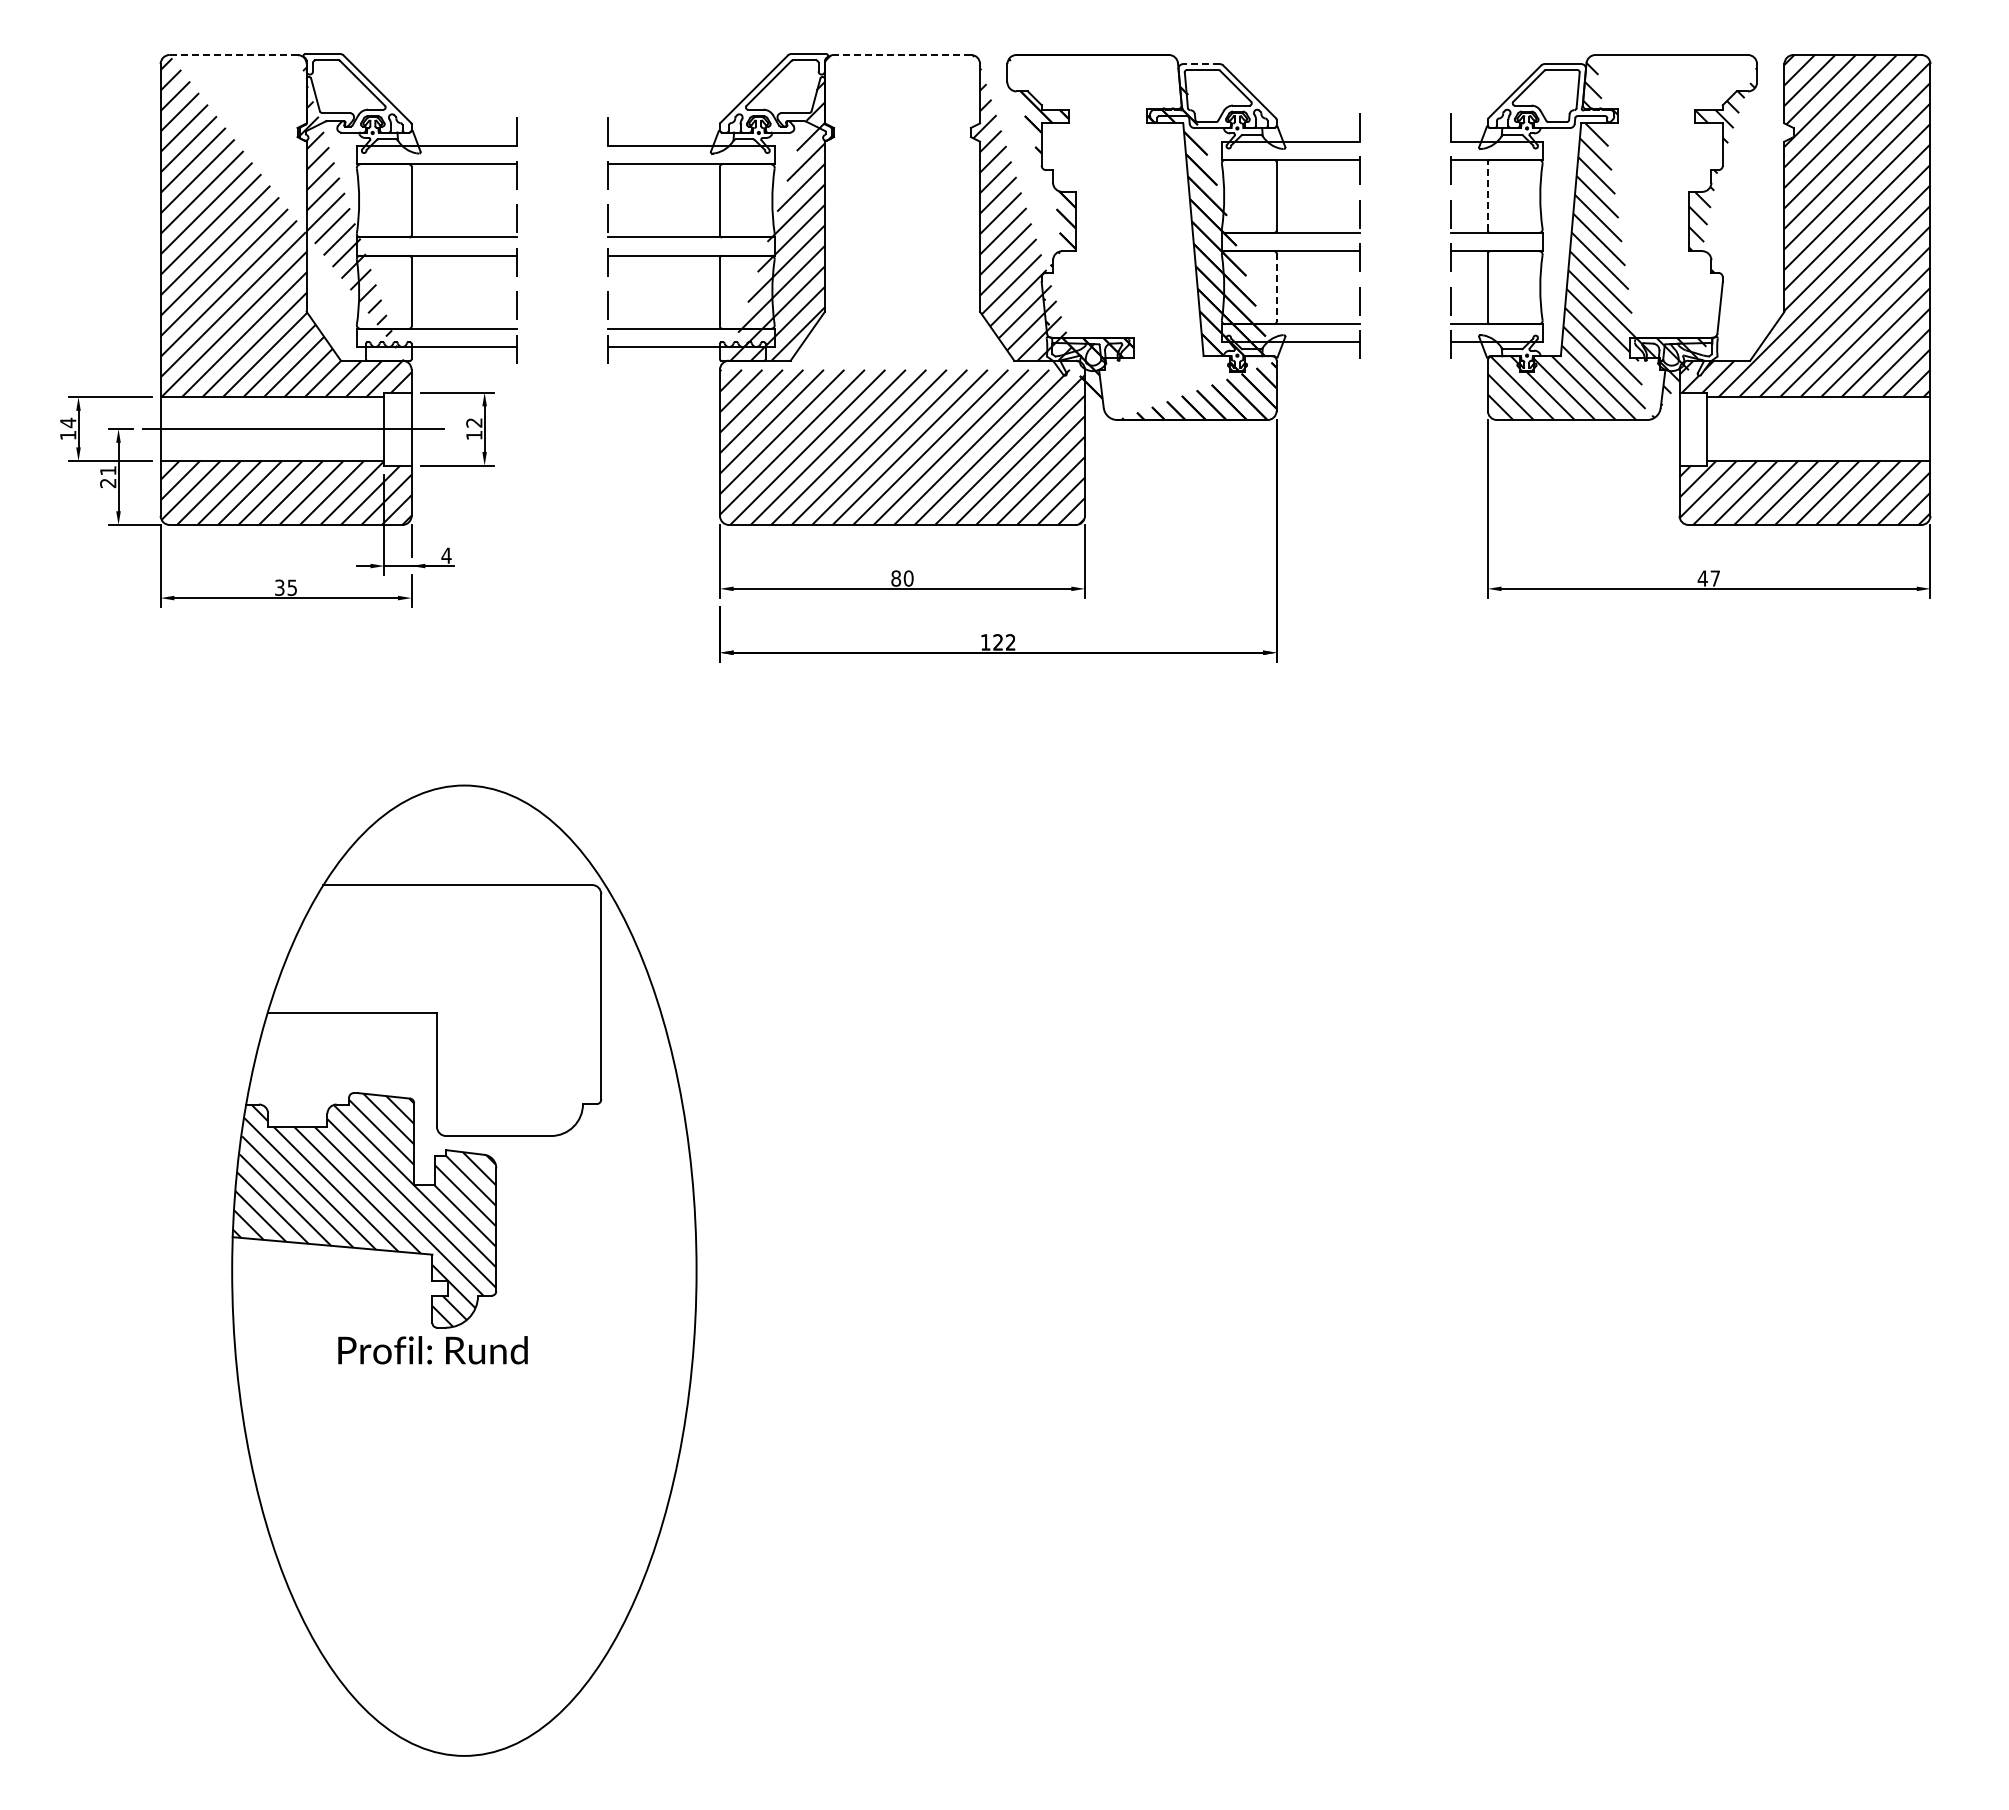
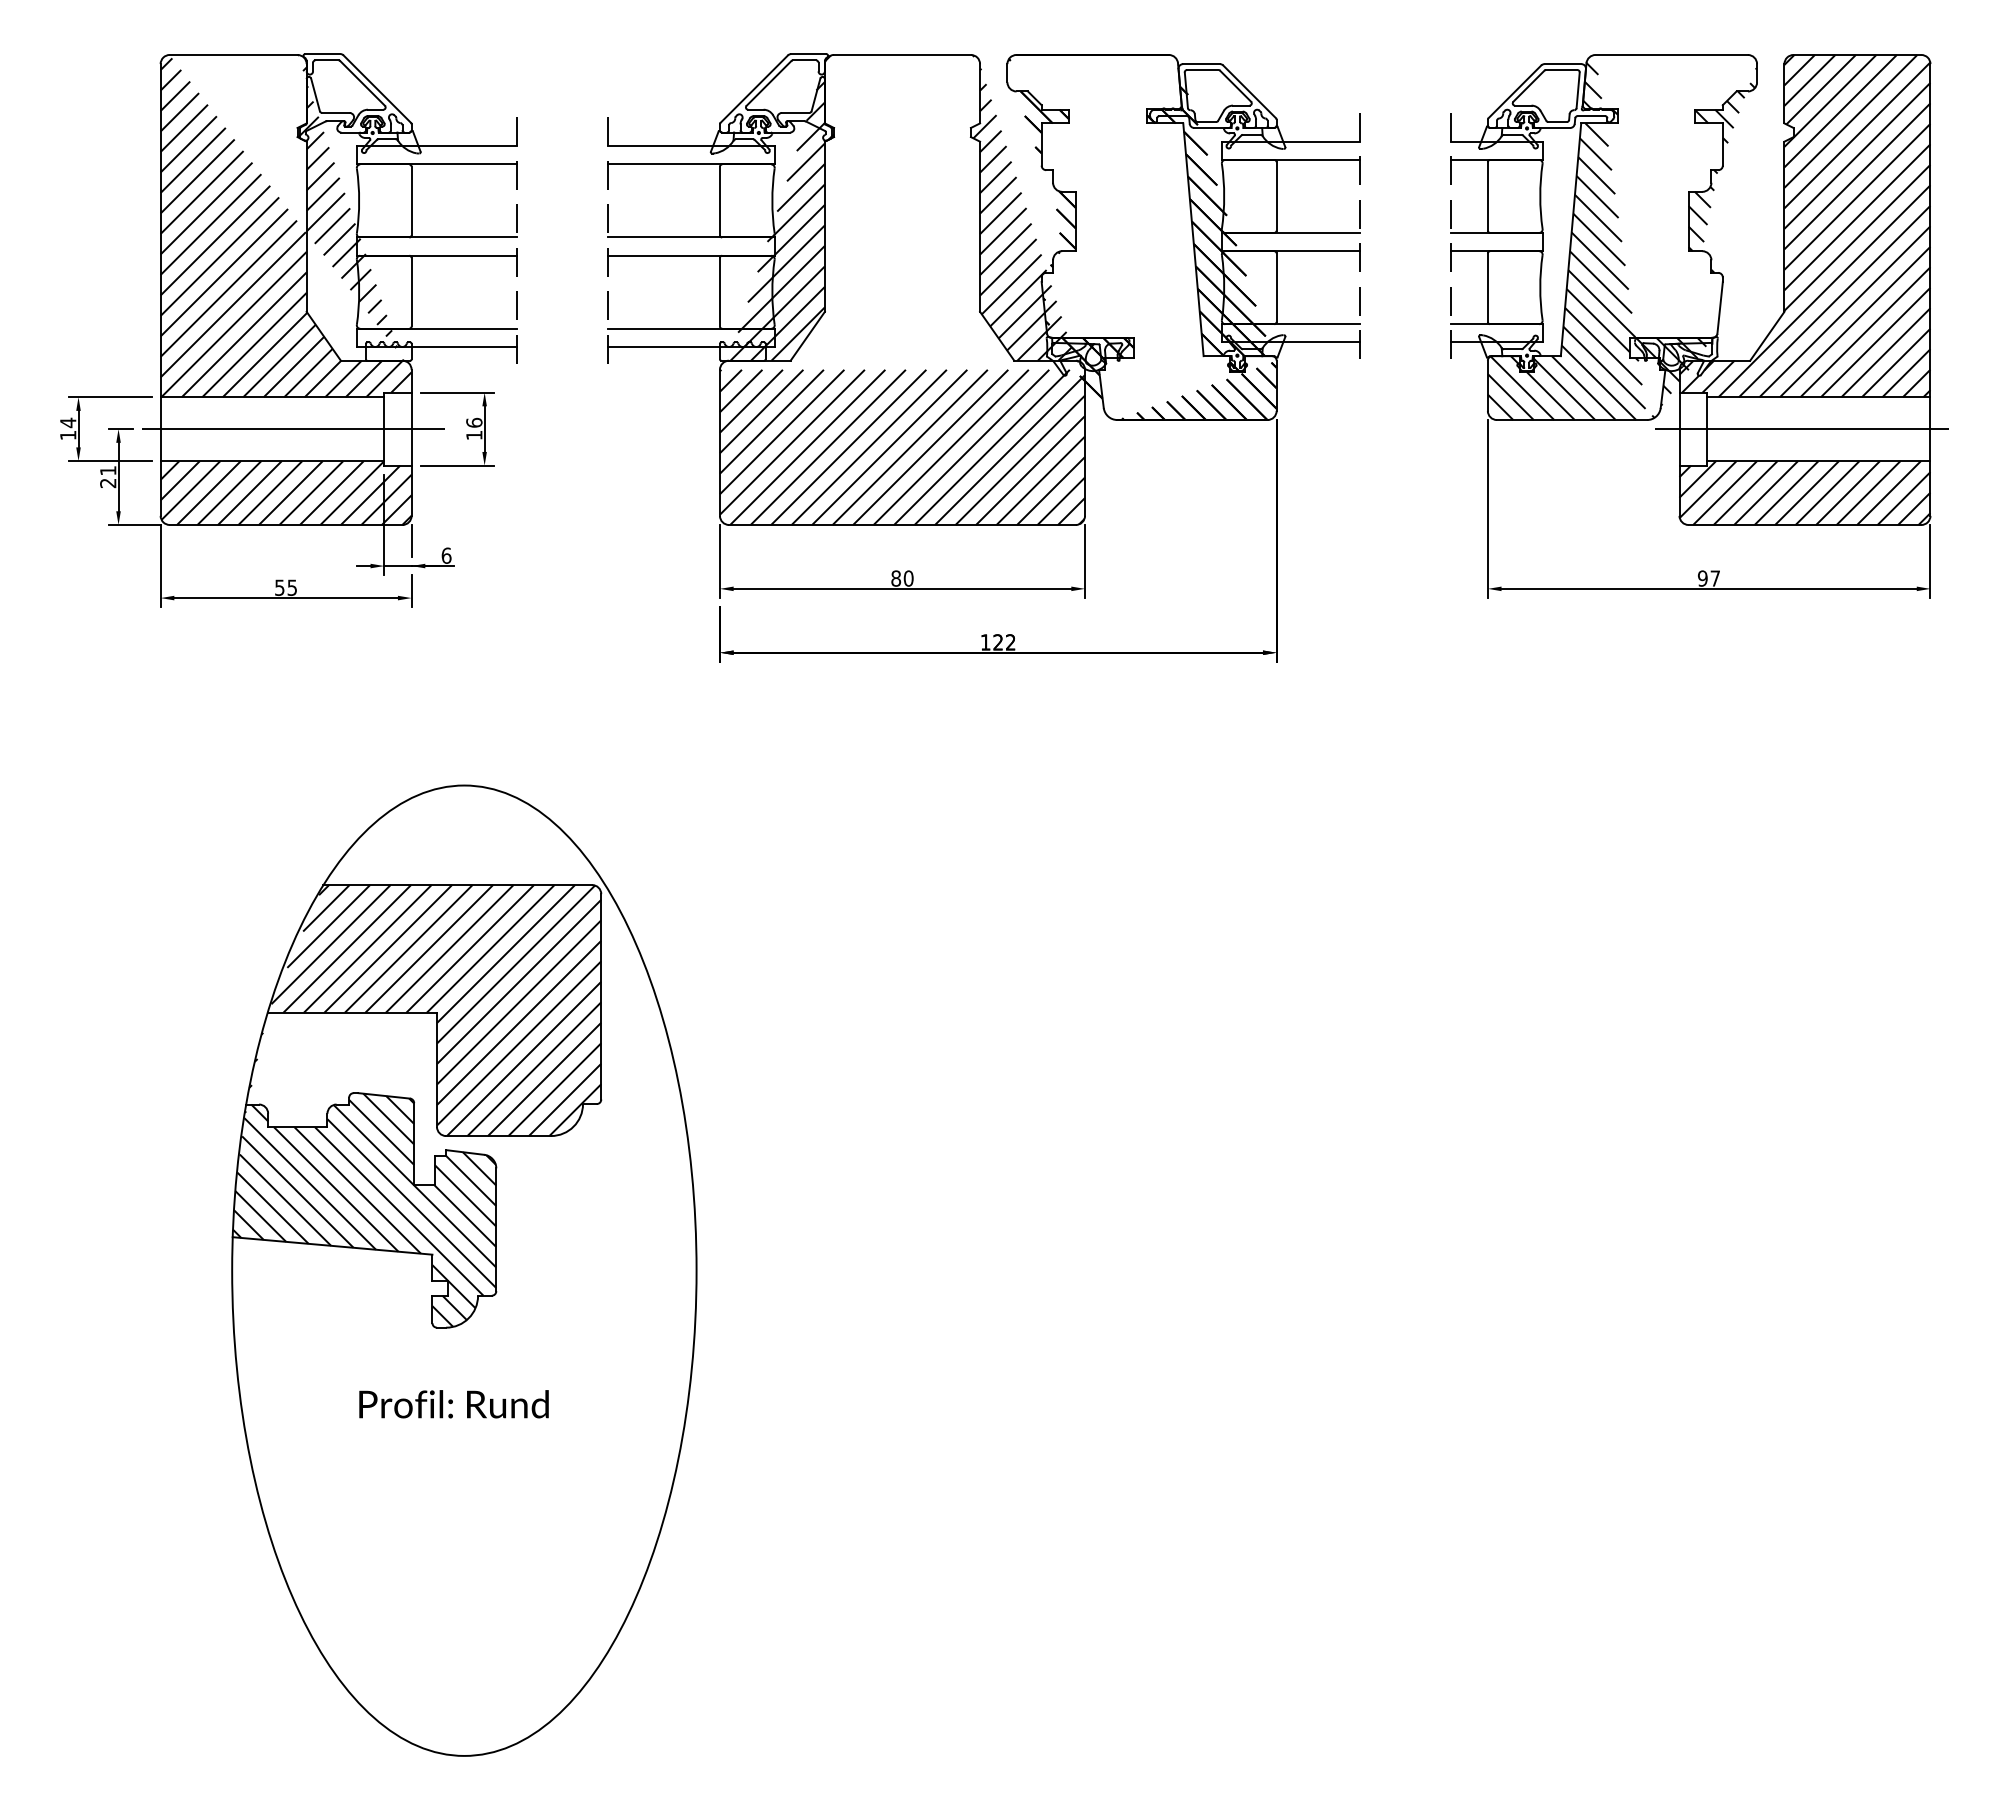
line at (233, 54): dashed -> solid
line at (901, 54): dashed -> solid
line at (1201, 64): dashed -> solid
line at (1487, 195): dashed -> solid
line at (1276, 288): dashed -> solid
text at (474, 422): 12 -> 16
line at (1801, 429): none -> present
text at (446, 555): 4 -> 6
text at (1702, 578): 47 -> 97
text at (279, 587): 35 -> 55
hatch at (422, 1010): none -> present
text at (432, 1350) position: (432, 1350) -> (453, 1404)
